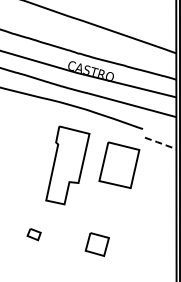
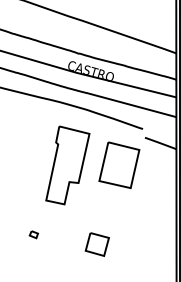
line at (160, 143): dashed -> solid
part at (33, 234) size: 16x14 px -> 11x10 px
